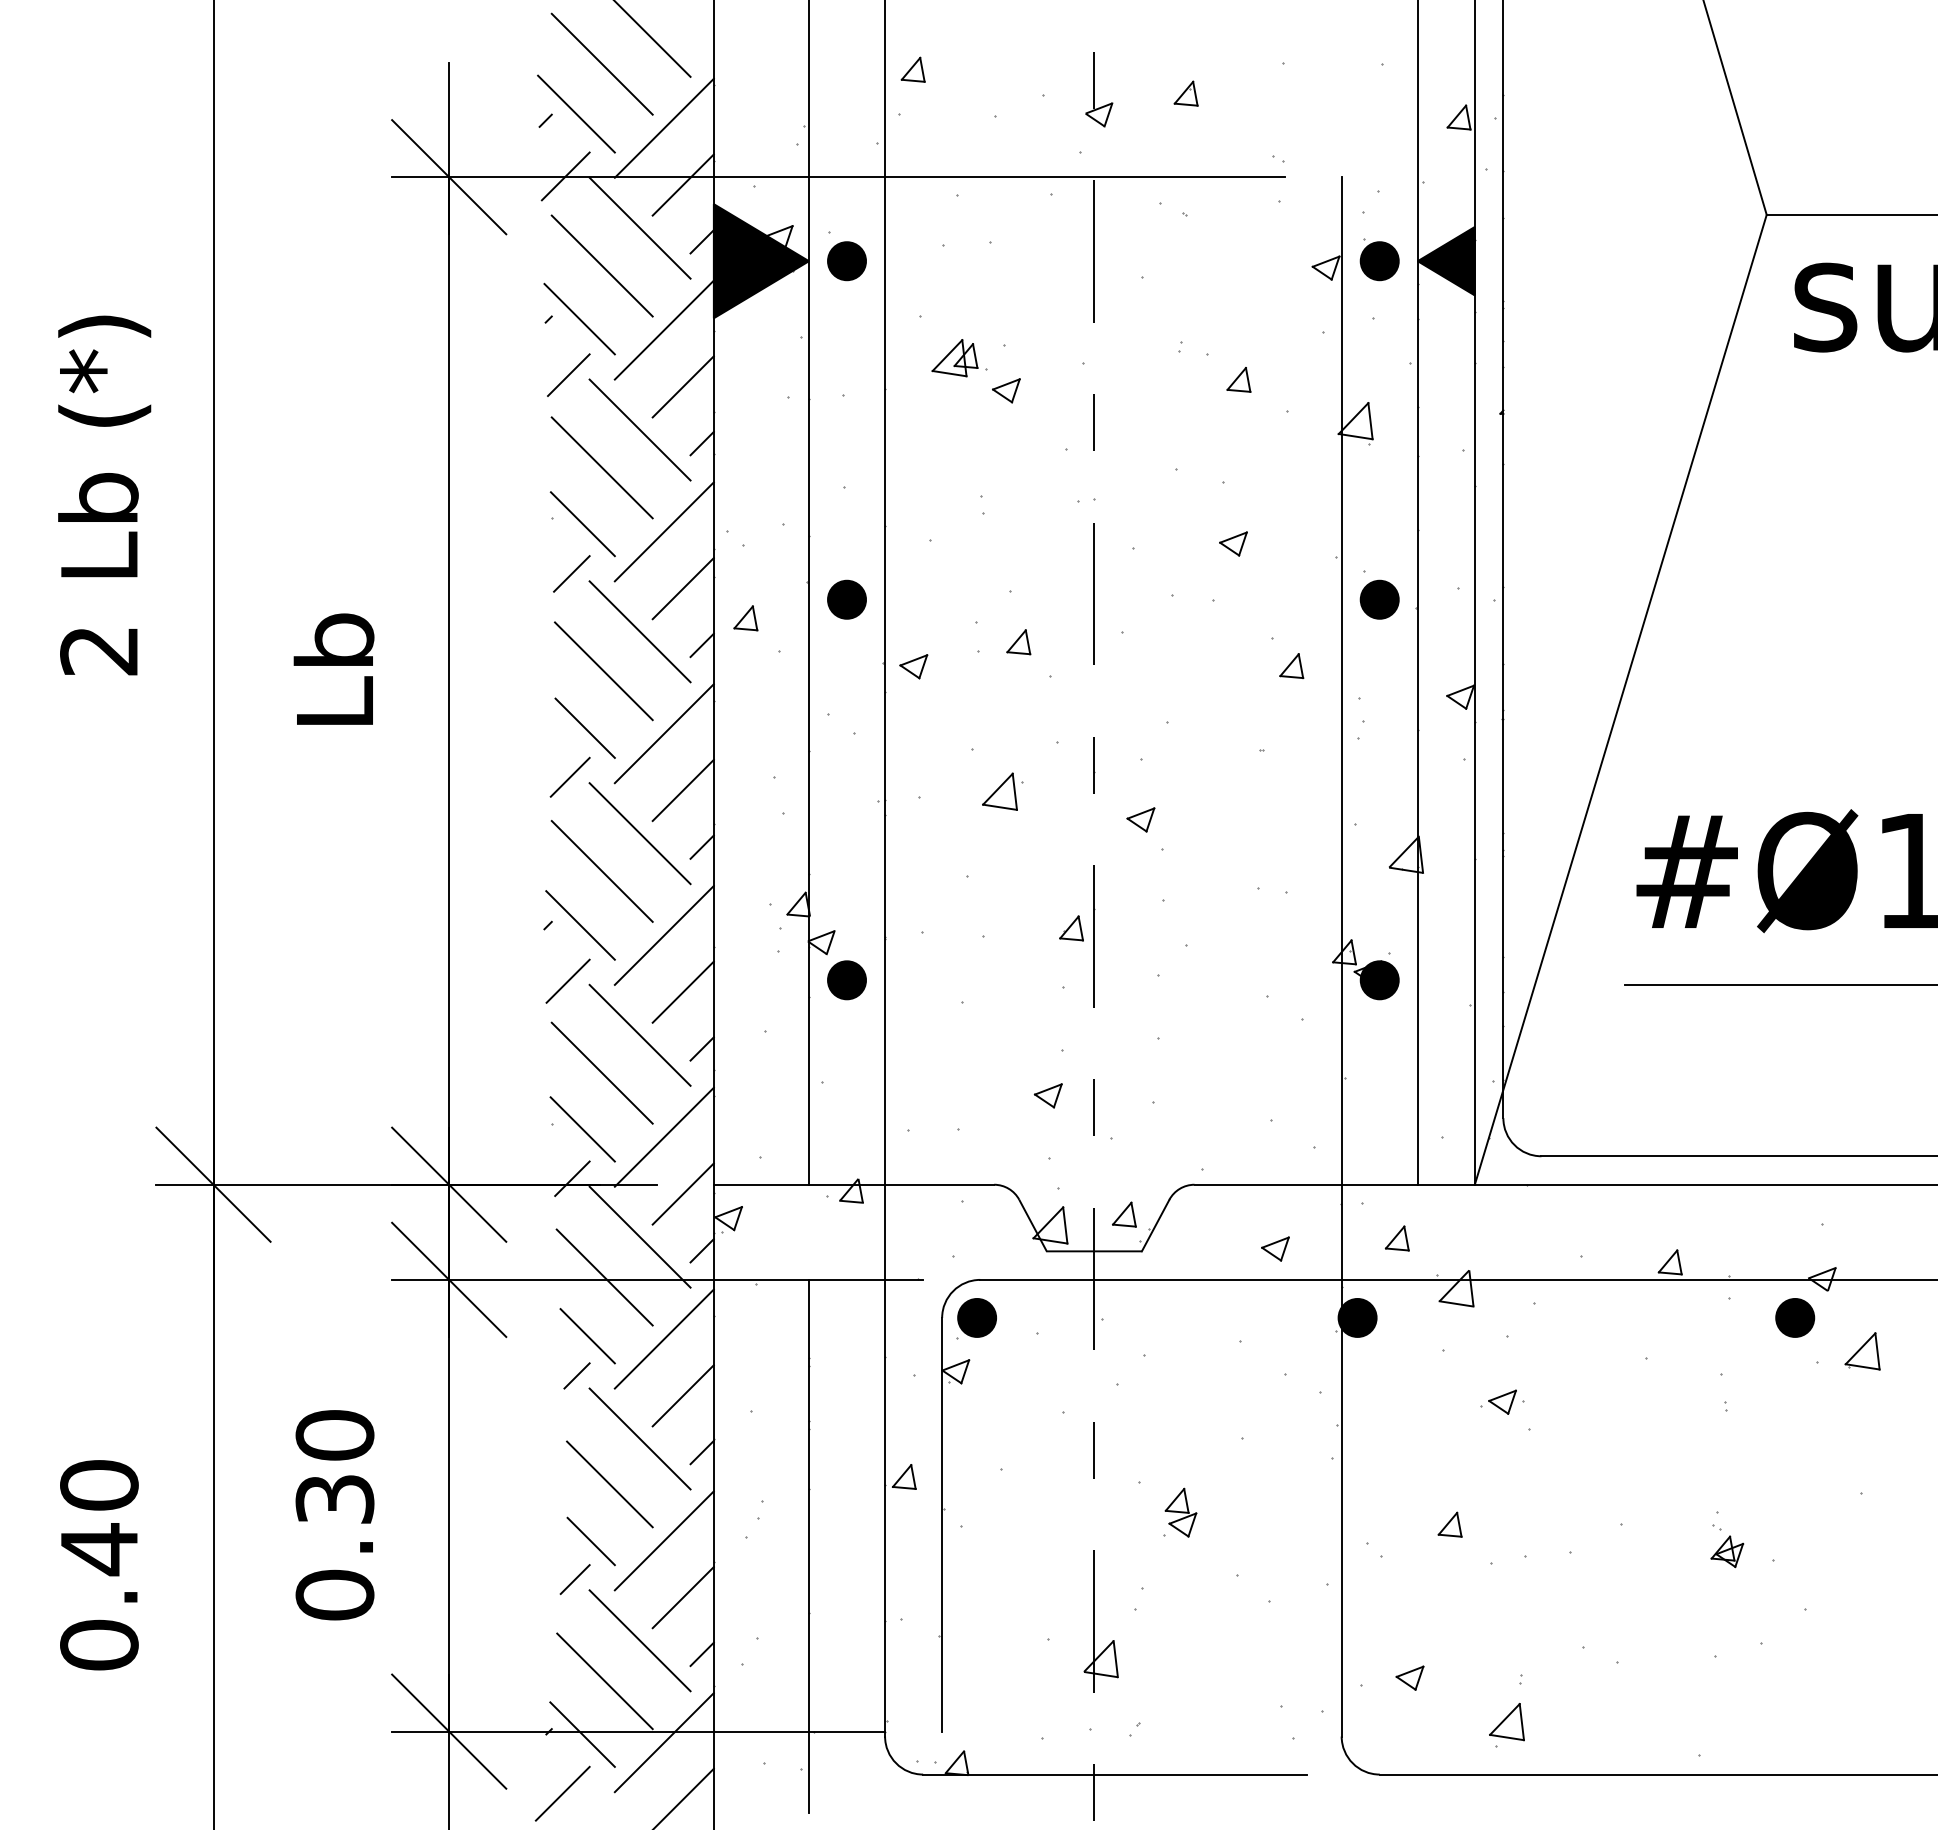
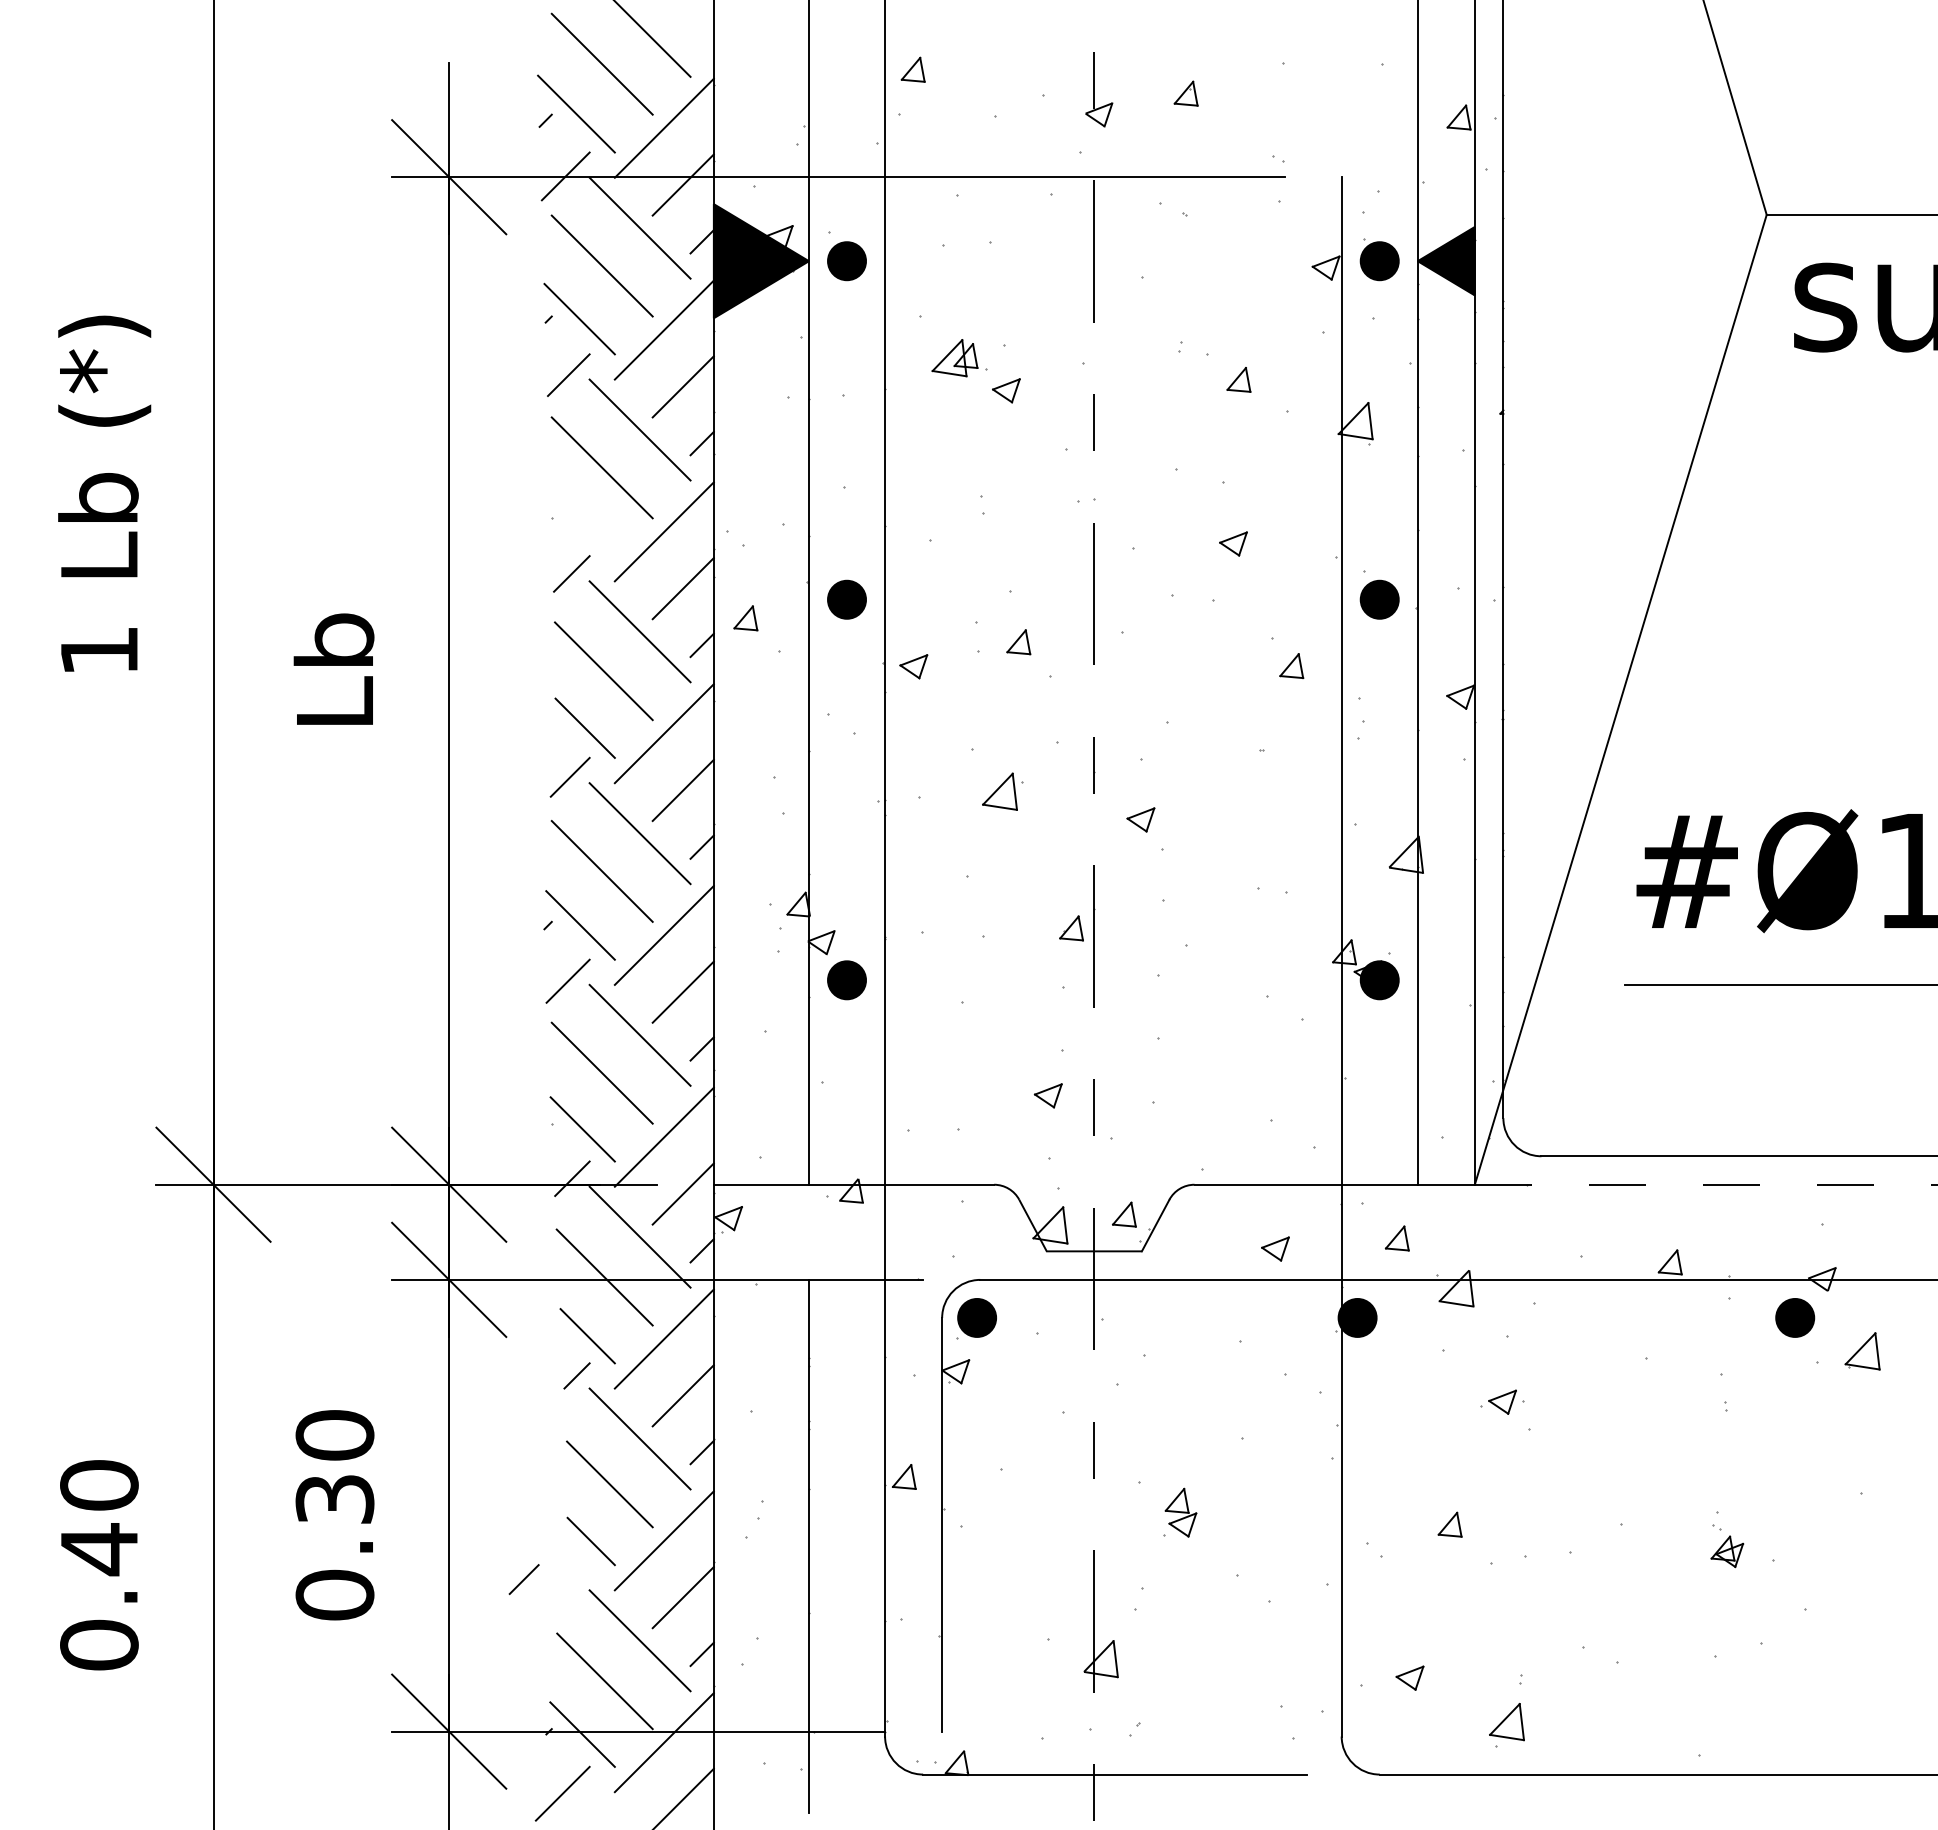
line at (582, 524): present -> none
text at (98, 651): 2 -> 1
line at (1706, 1184): solid -> dashed
line at (574, 1579) position: (574, 1579) -> (523, 1579)
